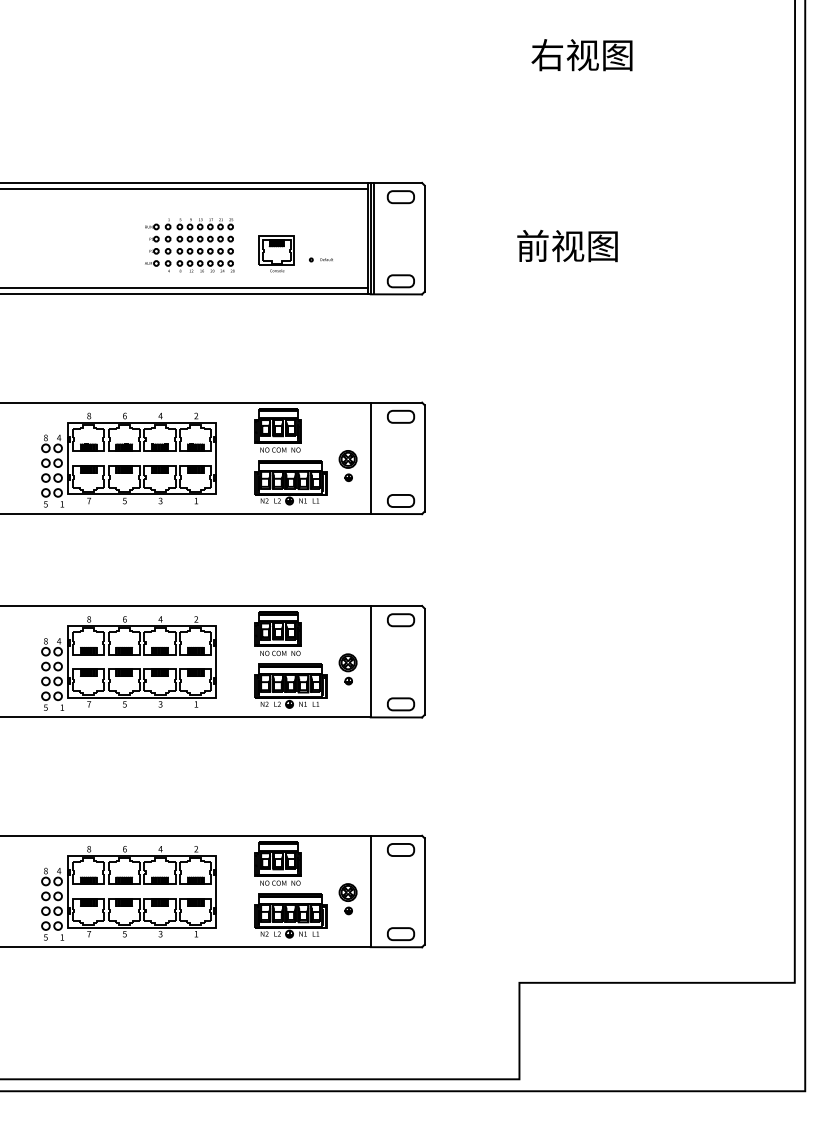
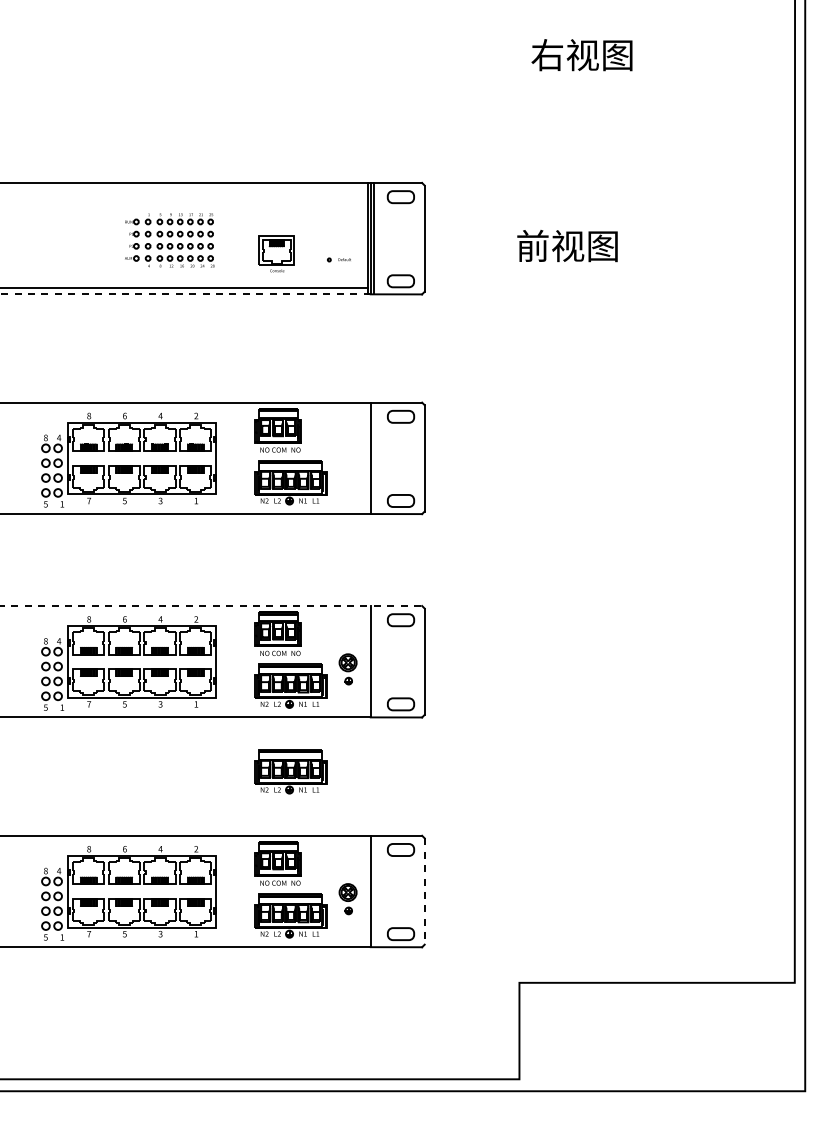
line at (184, 189): present -> none
part at (189, 245) position: (189, 245) -> (169, 240)
part at (320, 259) position: (320, 259) -> (338, 259)
line at (184, 294): solid -> dashed
part at (347, 465): present -> none
line at (211, 605): solid -> dashed
part at (290, 771): none -> present
line at (424, 892): solid -> dashed
